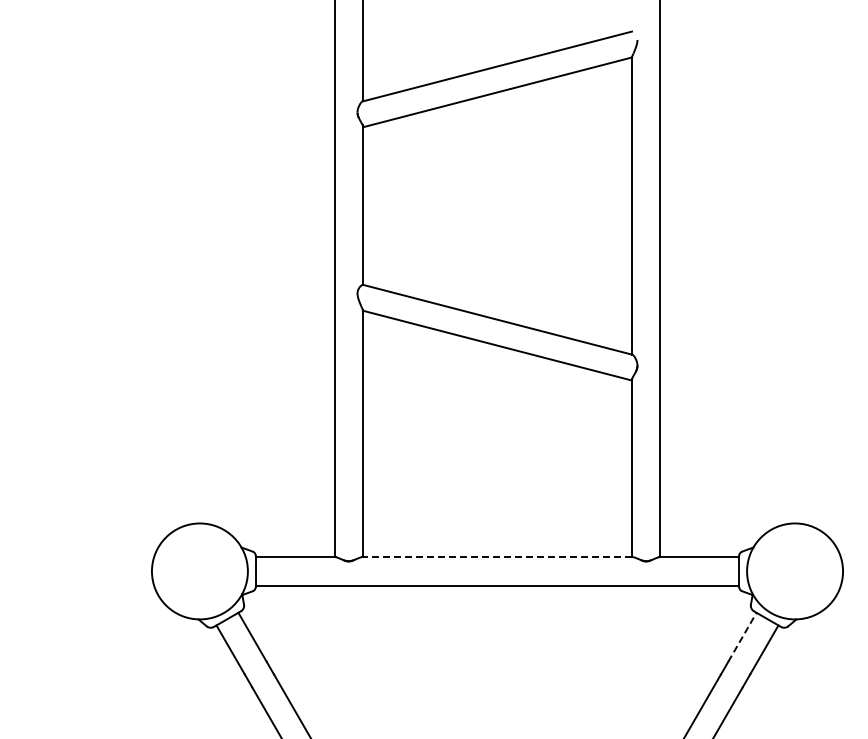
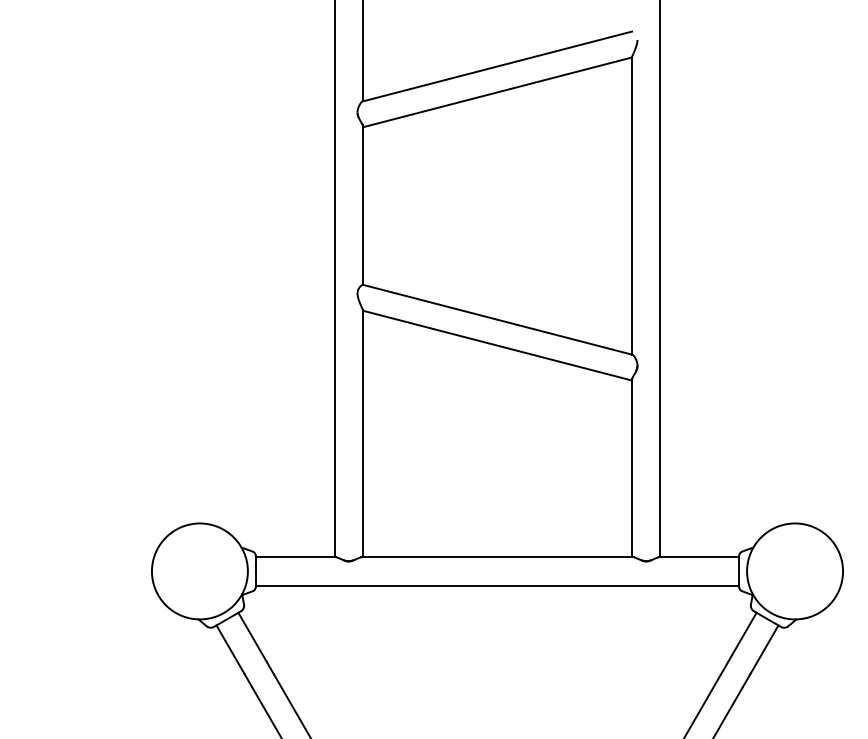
line at (497, 557): dashed -> solid
line at (742, 636): dashed -> solid
